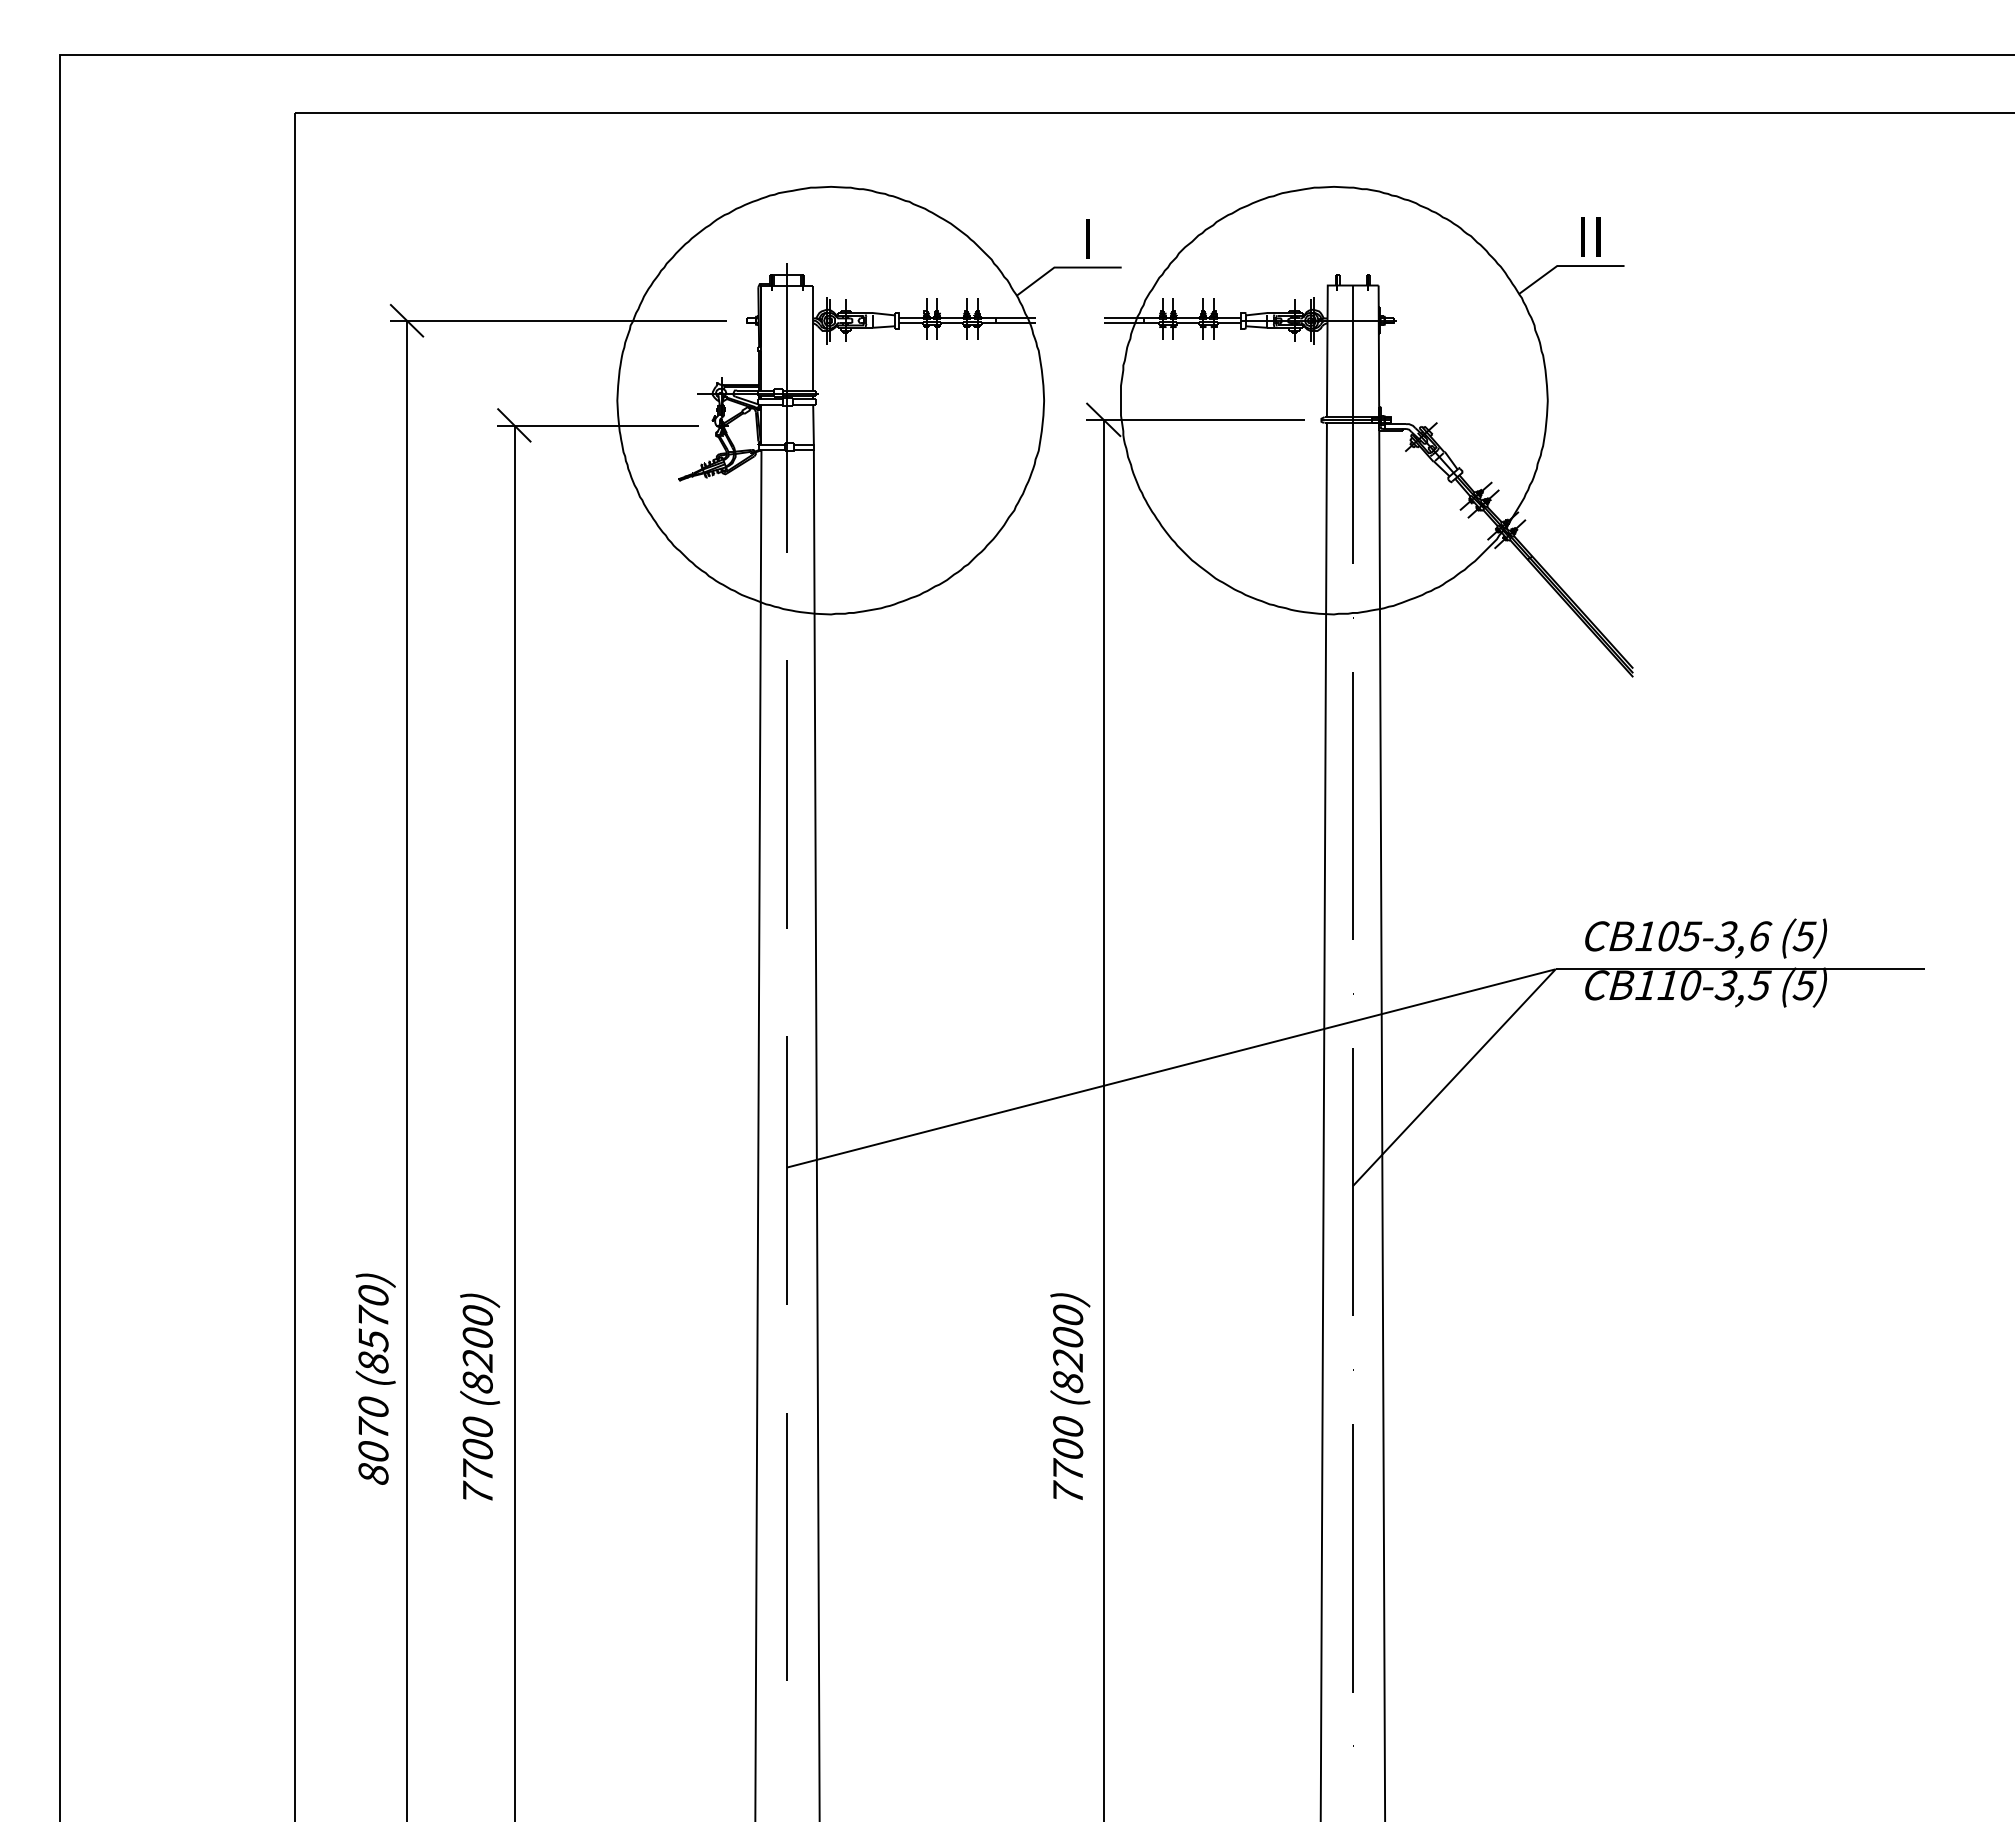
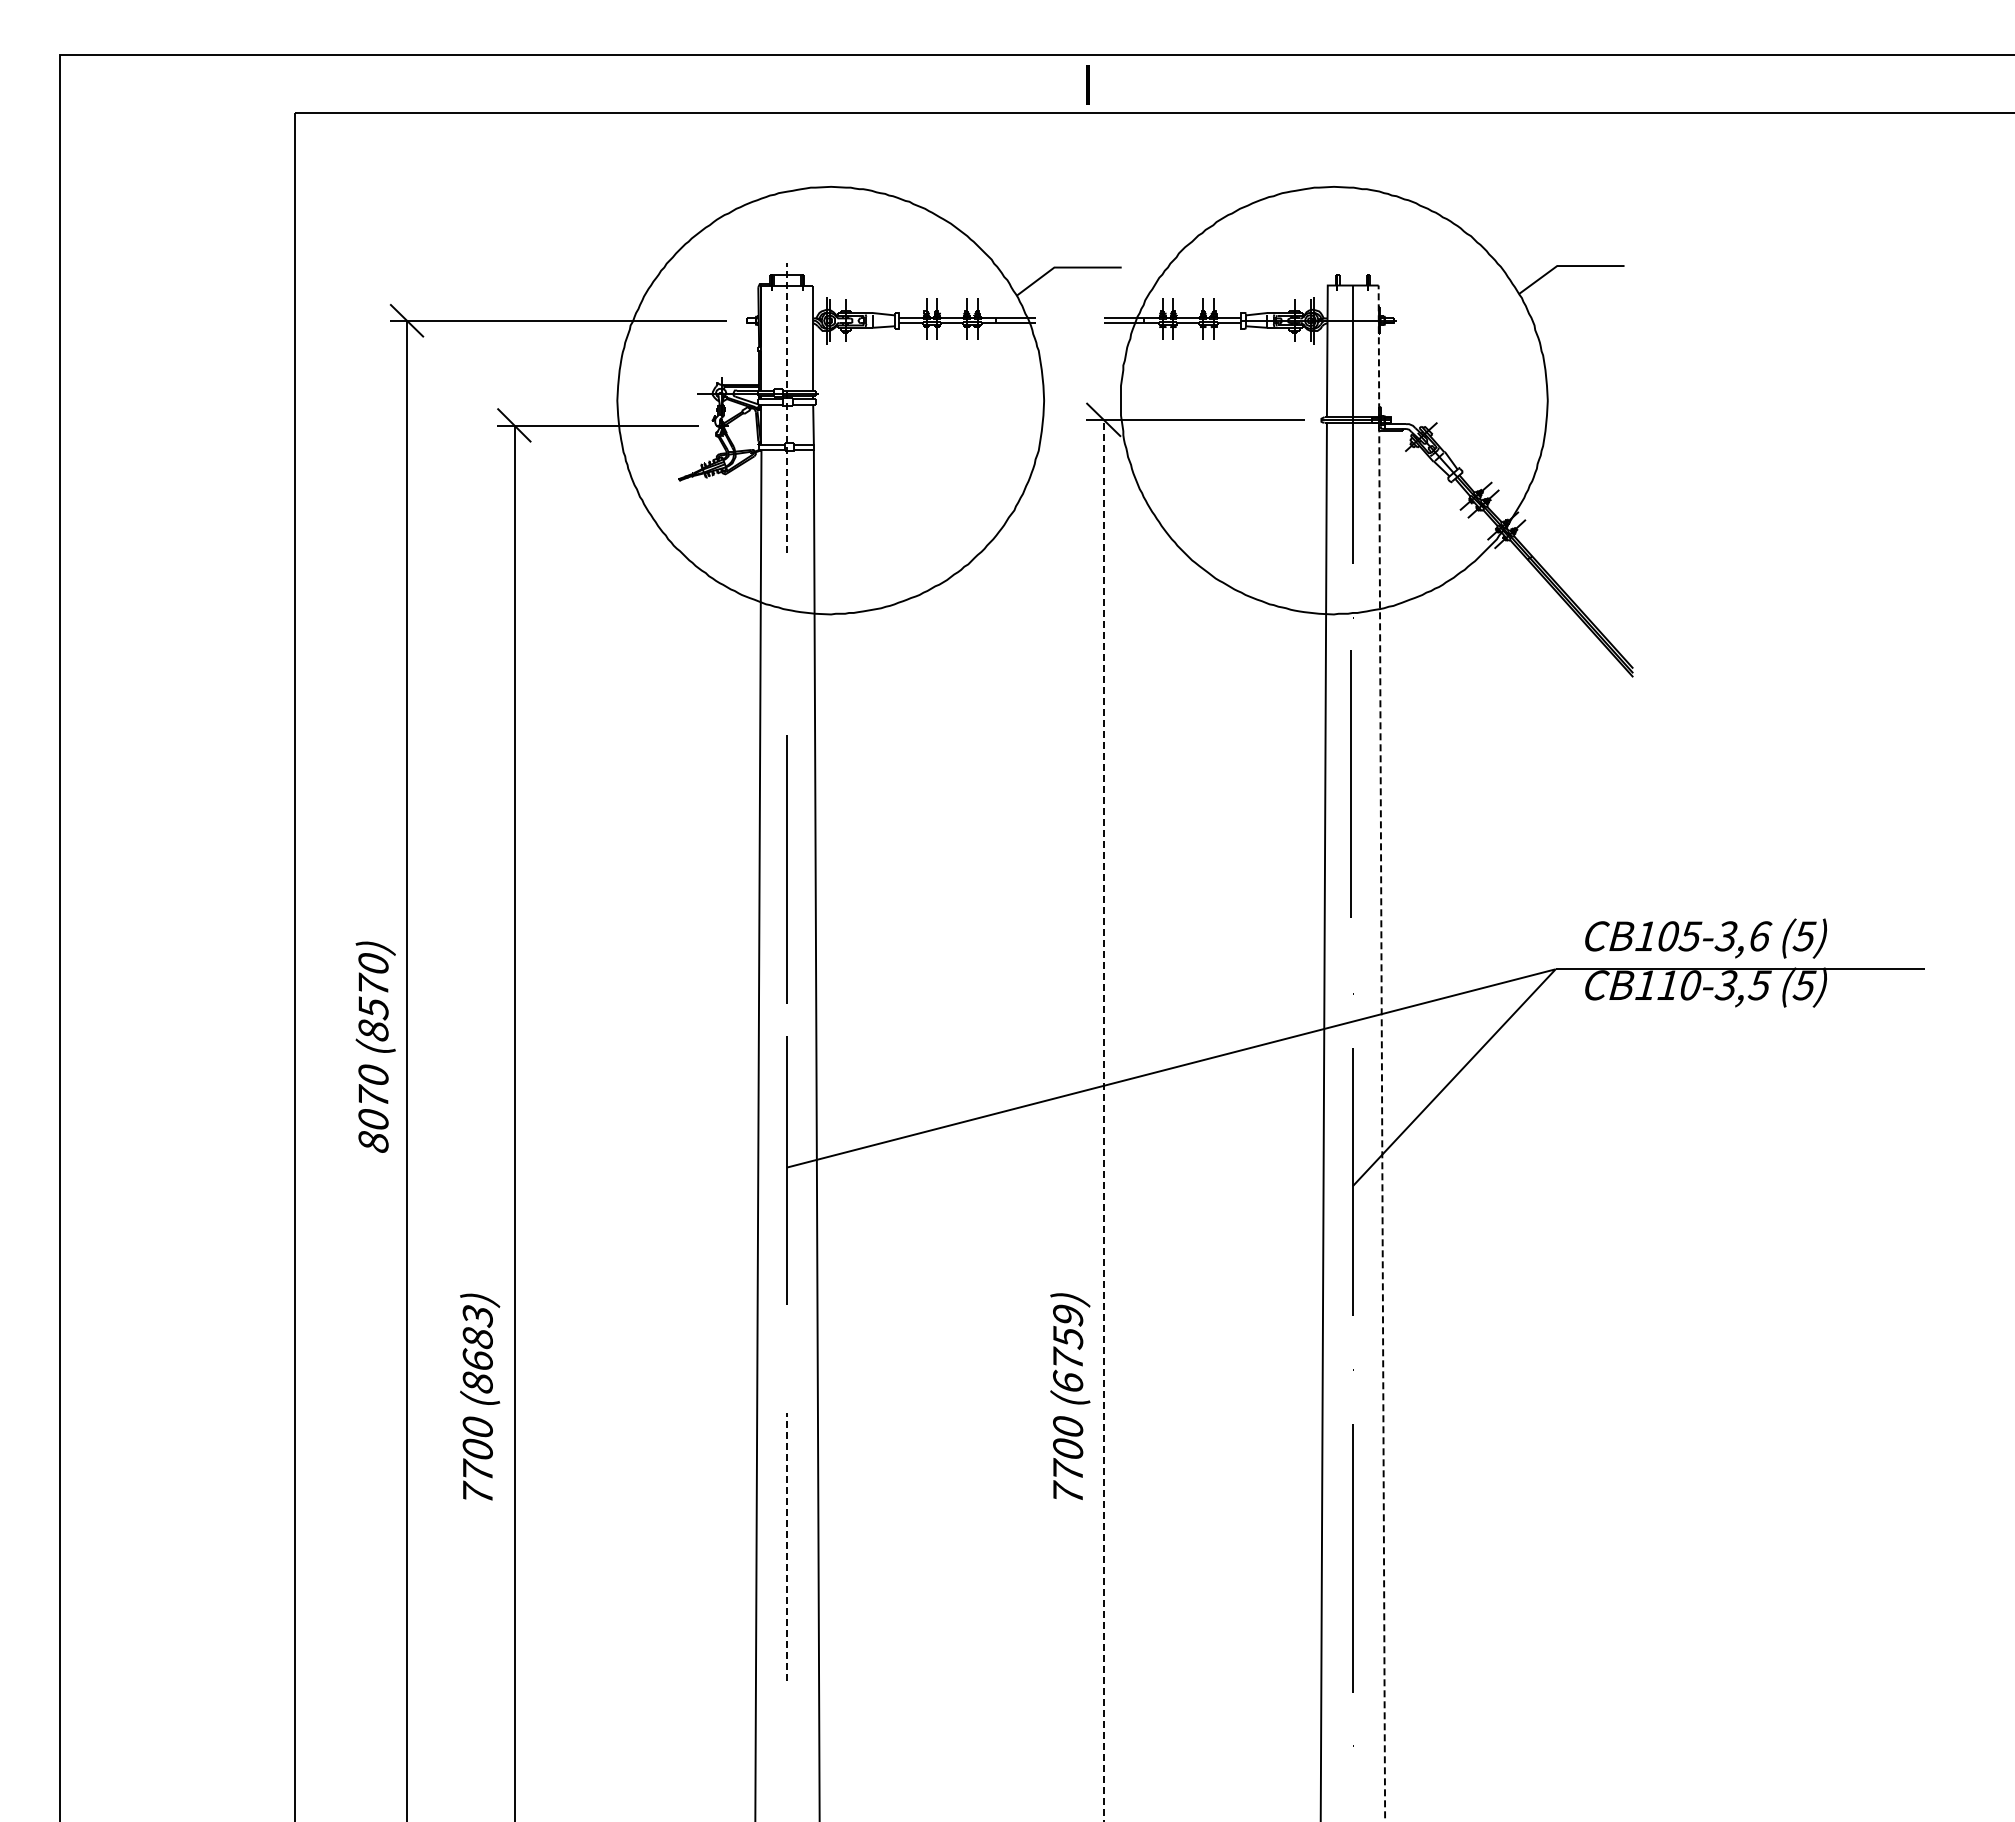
fill at (1582, 237): present -> none
fill at (1598, 237): present -> none
line at (1087, 238) position: (1087, 238) -> (1087, 84)
line at (787, 407): solid -> dashed
line at (786, 794) position: (786, 794) -> (786, 869)
line at (1352, 805) position: (1352, 805) -> (1350, 783)
line at (1381, 1053): solid -> dashed
line at (1103, 1120): solid -> dashed
text at (477, 1338): (8200) -> (8683)
text at (1068, 1348): (8200) -> (6759)
text at (375, 1378) position: (375, 1378) -> (375, 1046)
line at (787, 1546): solid -> dashed
